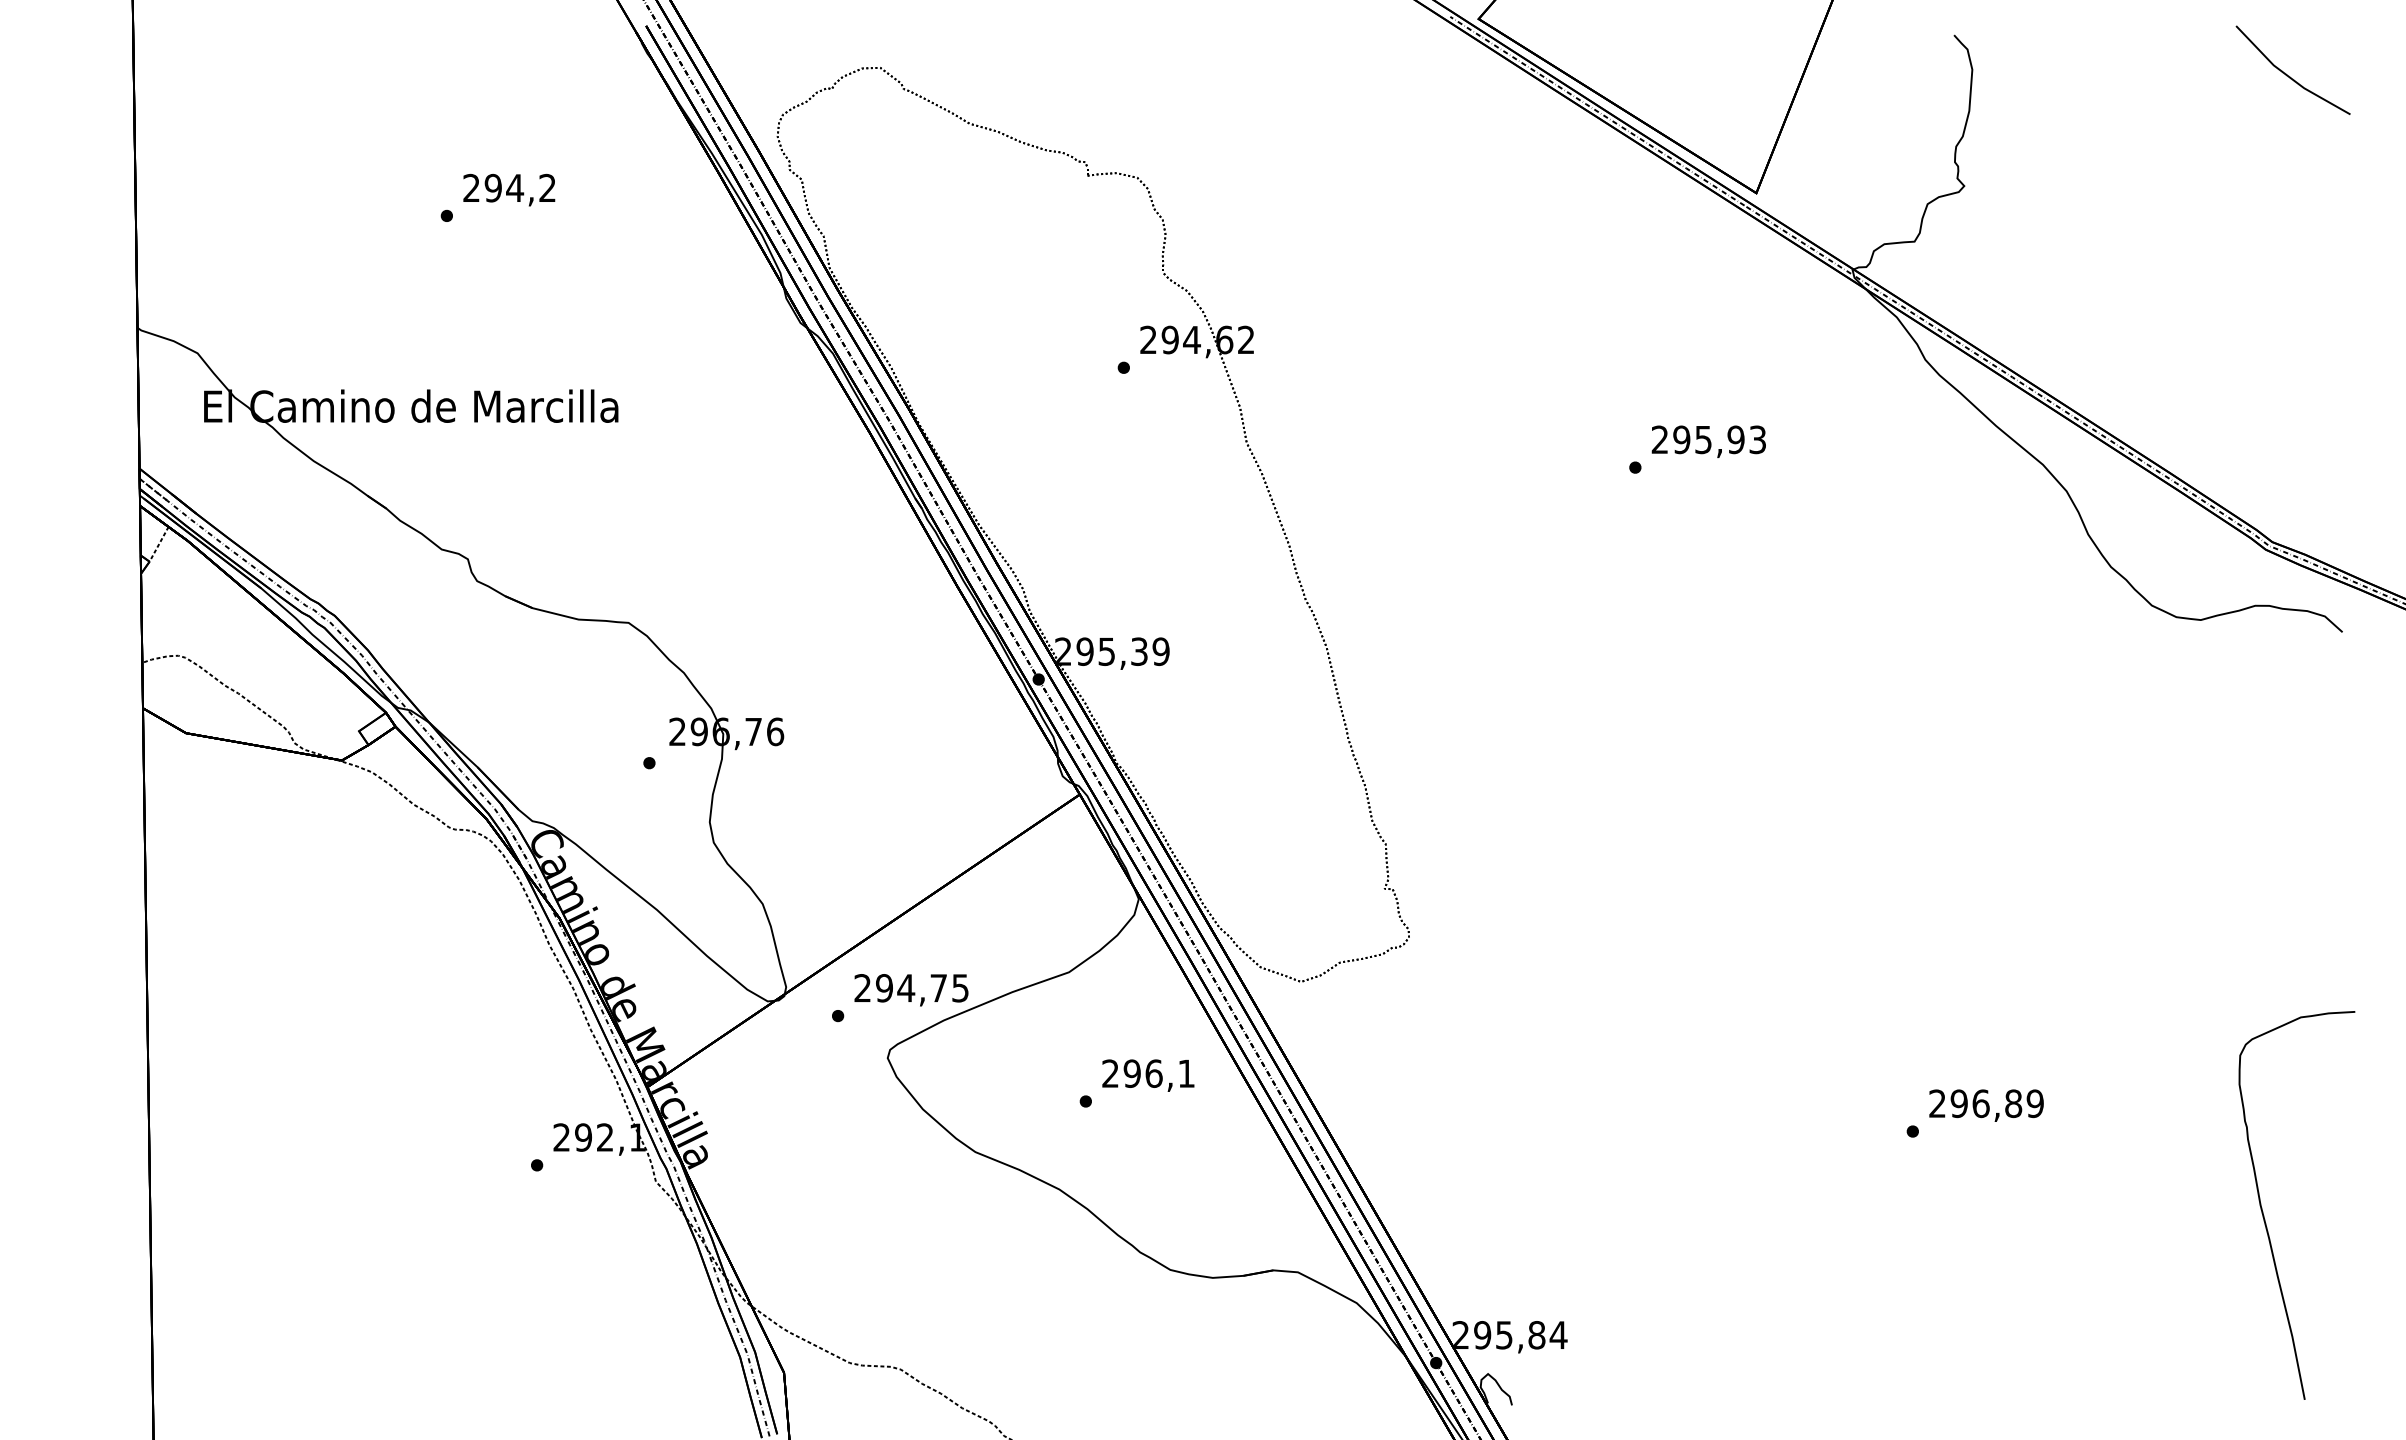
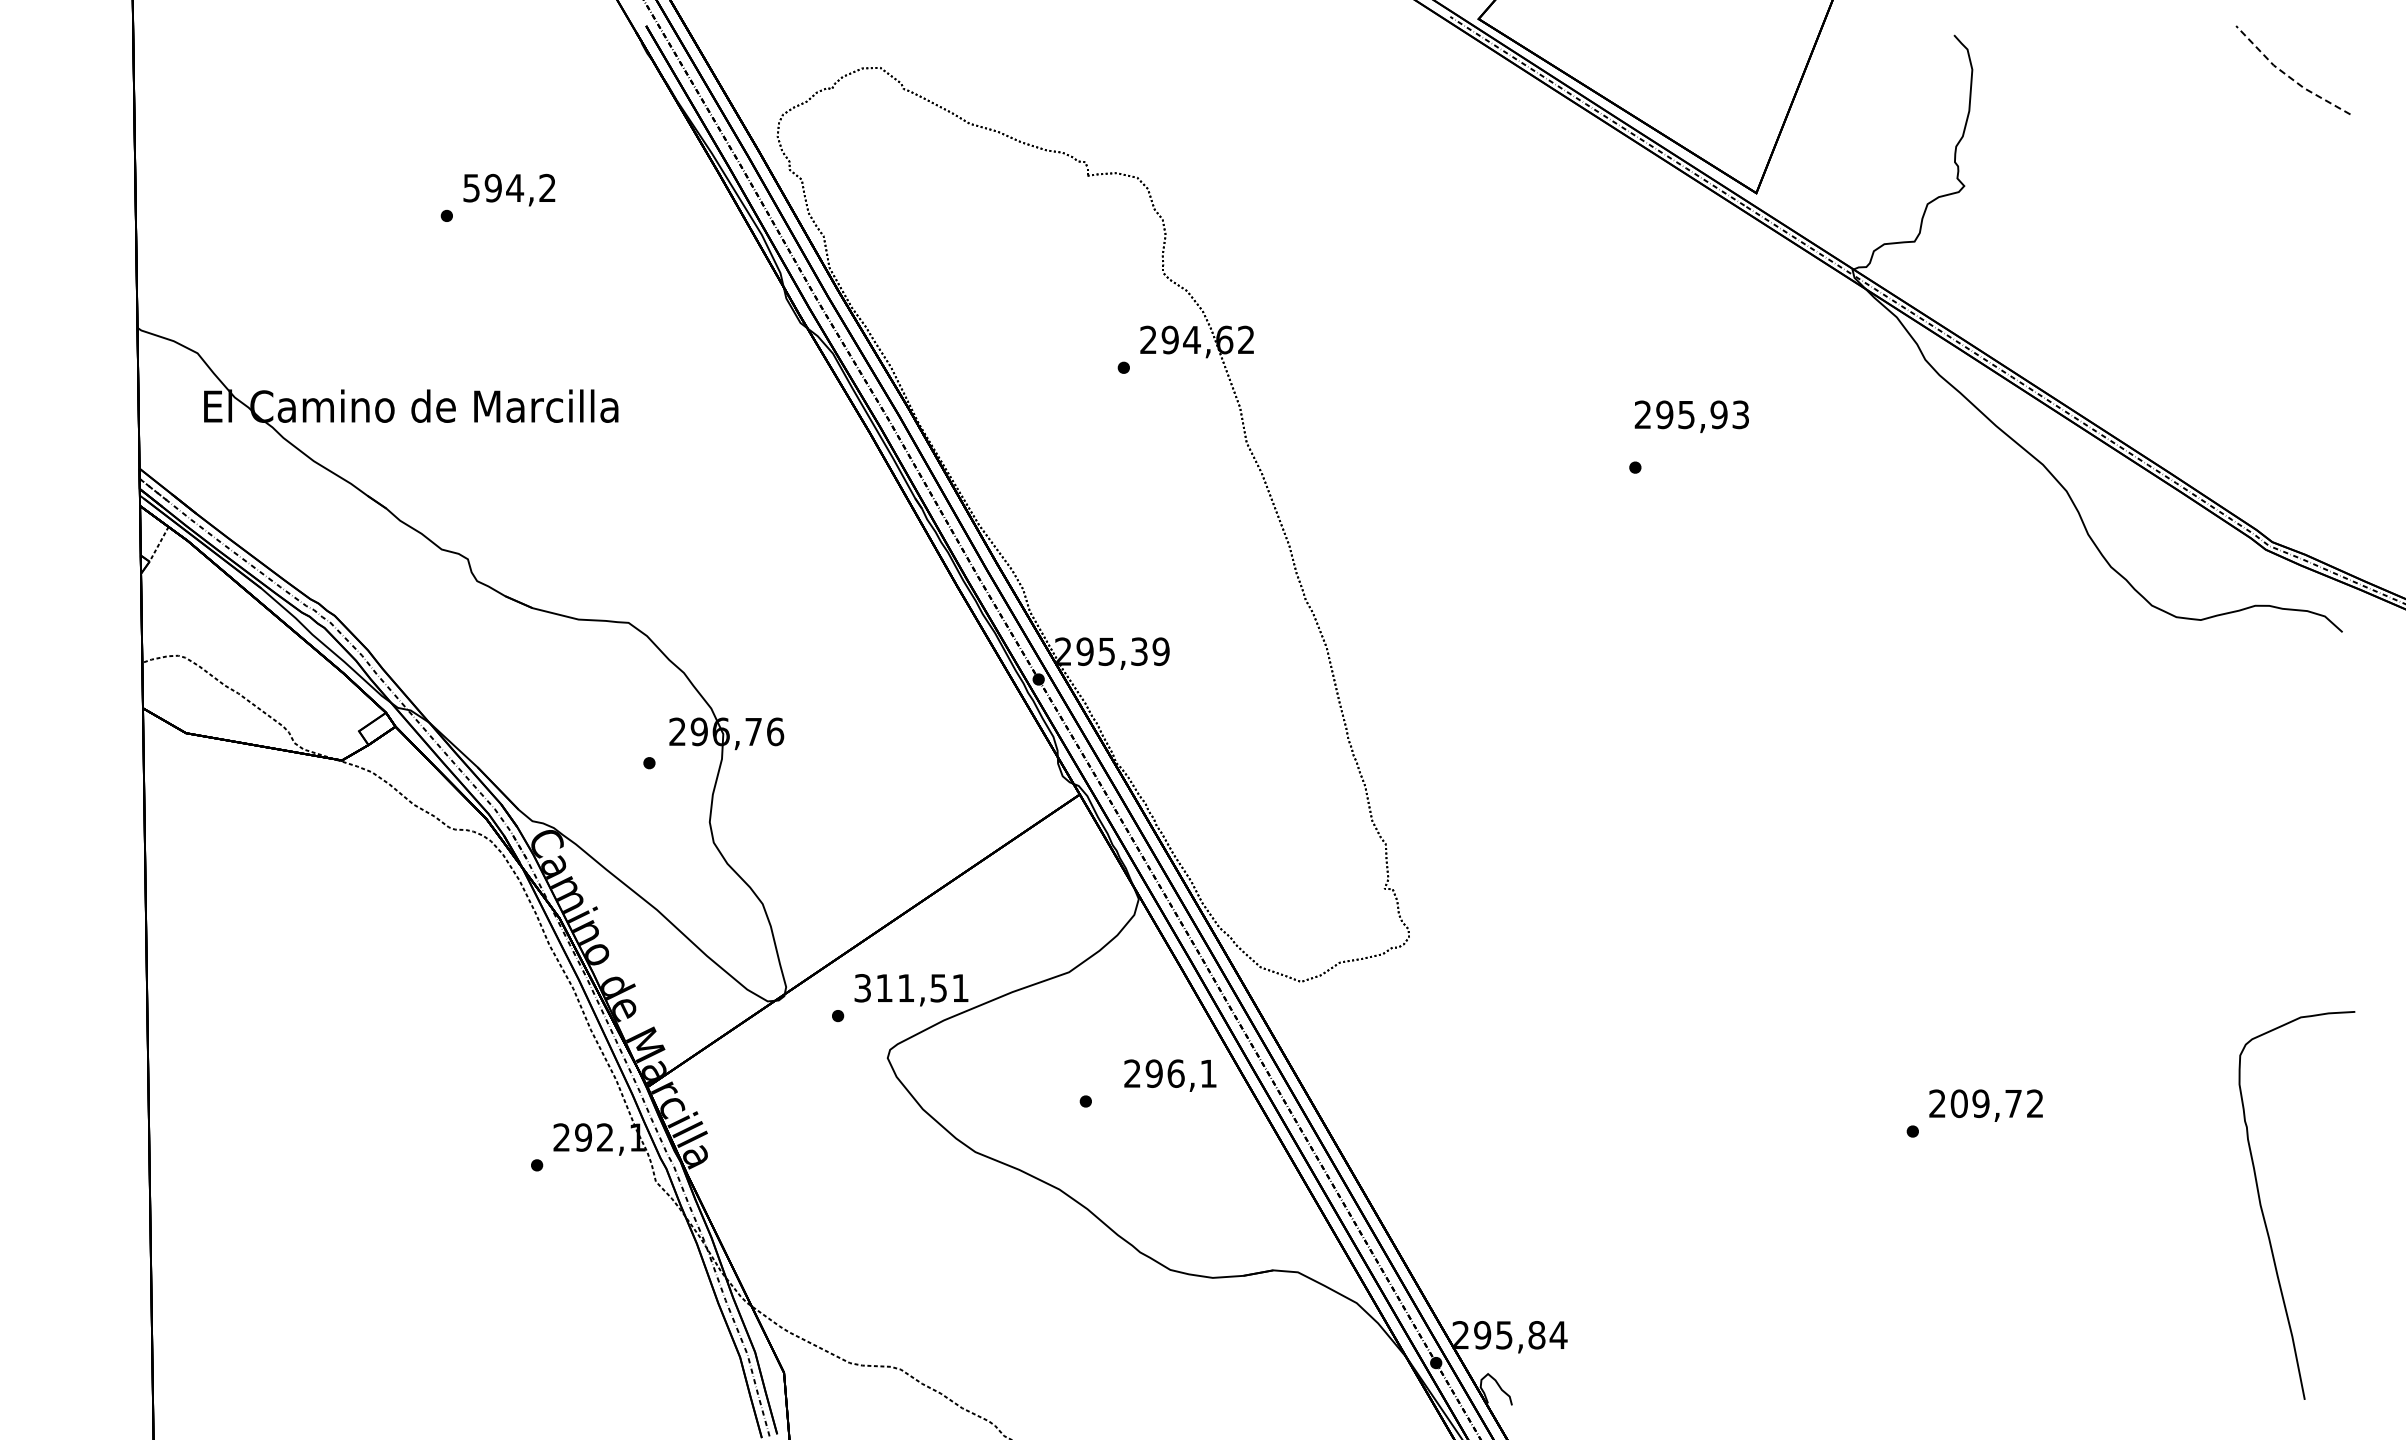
line at (2288, 76): solid -> dashed
text at (471, 187): 294,2 -> 594,2
text at (1708, 441) position: (1708, 441) -> (1691, 416)
text at (911, 988): 294,75 -> 311,51
text at (1148, 1075) position: (1148, 1075) -> (1170, 1075)
text at (1996, 1103): 296,89 -> 209,72
